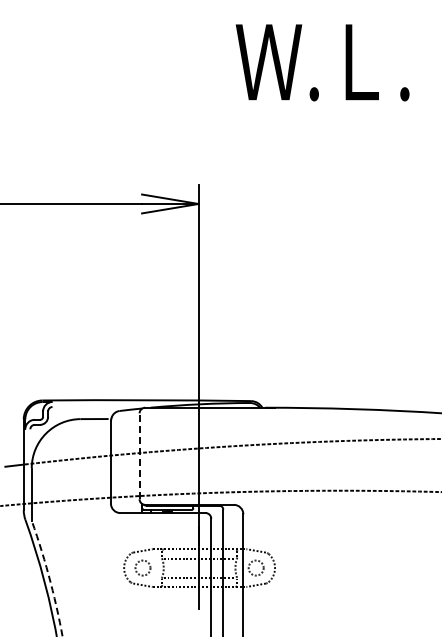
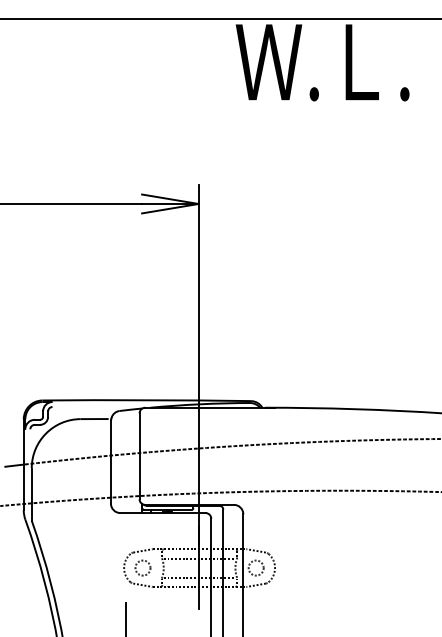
line at (220, 19): none -> present
line at (139, 456): dashed -> solid
arc at (49, 578): dashed -> solid
line at (125, 618): none -> present
